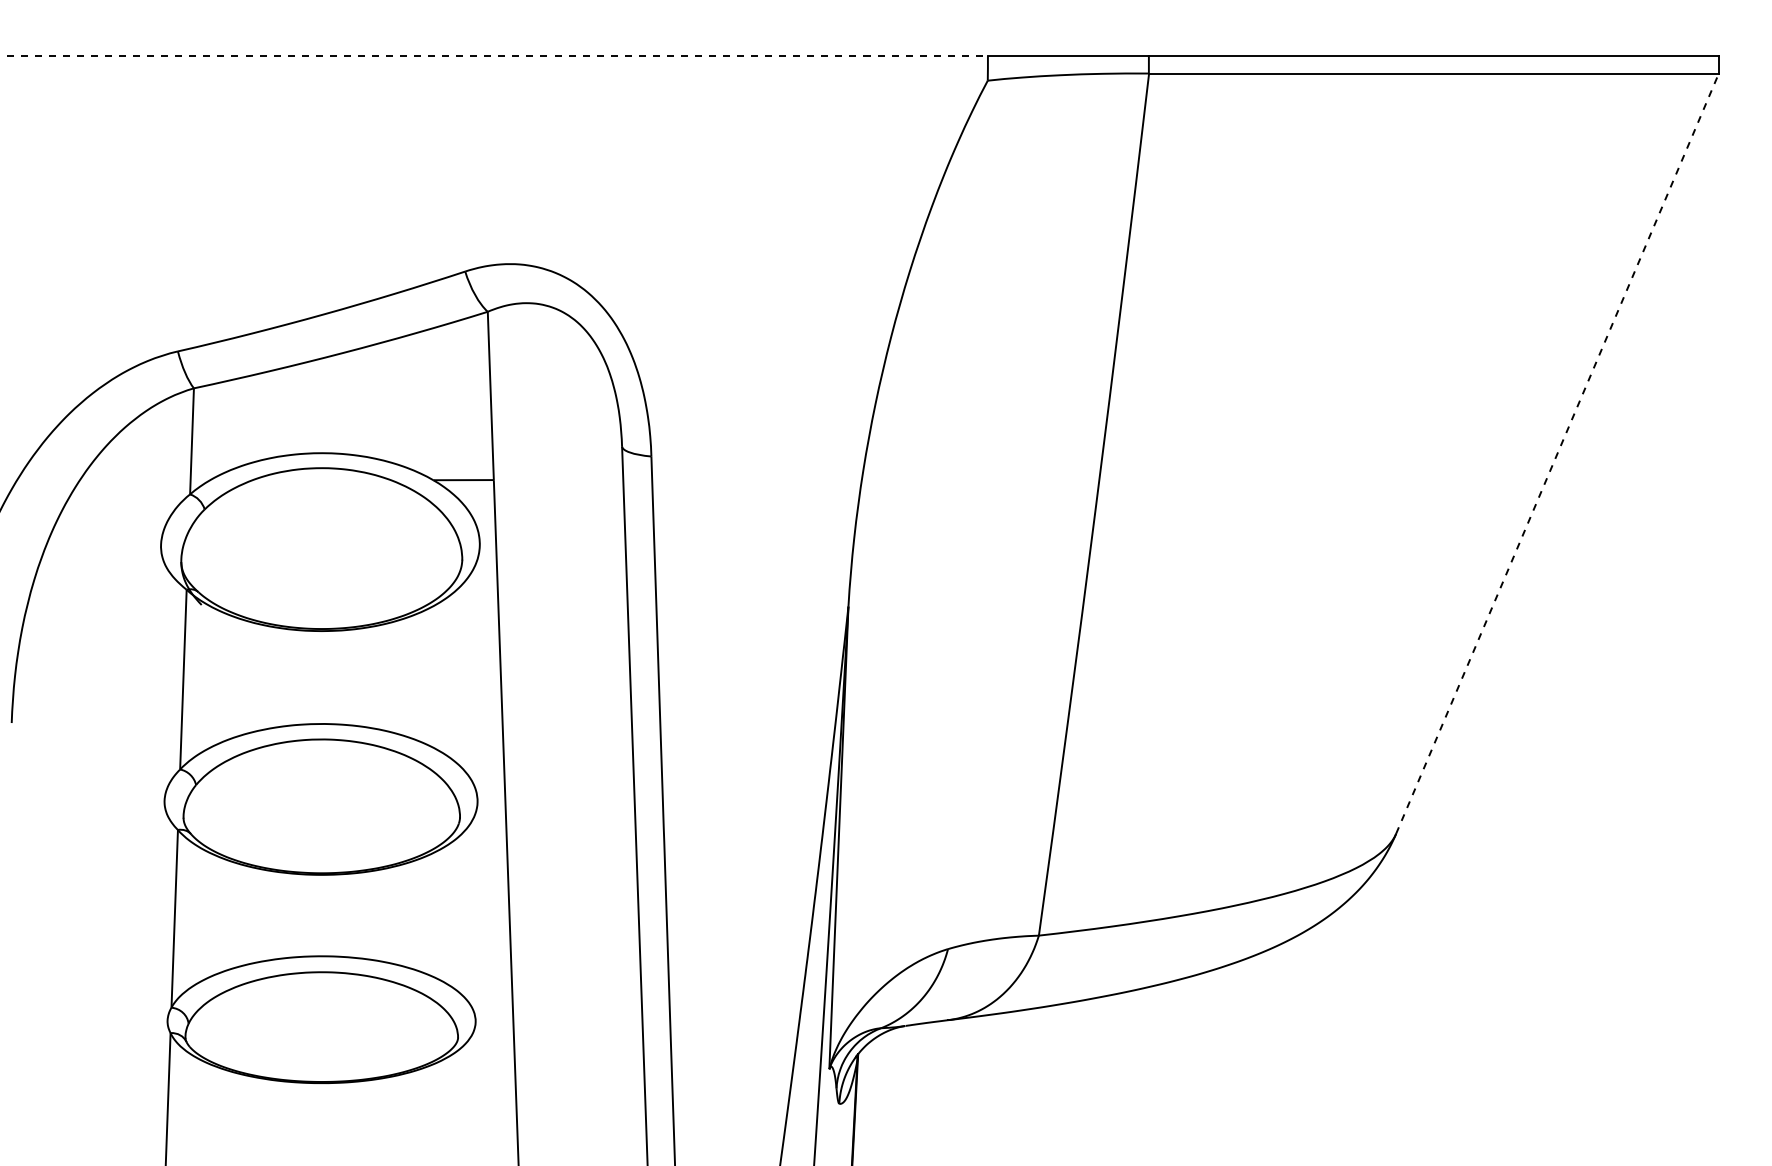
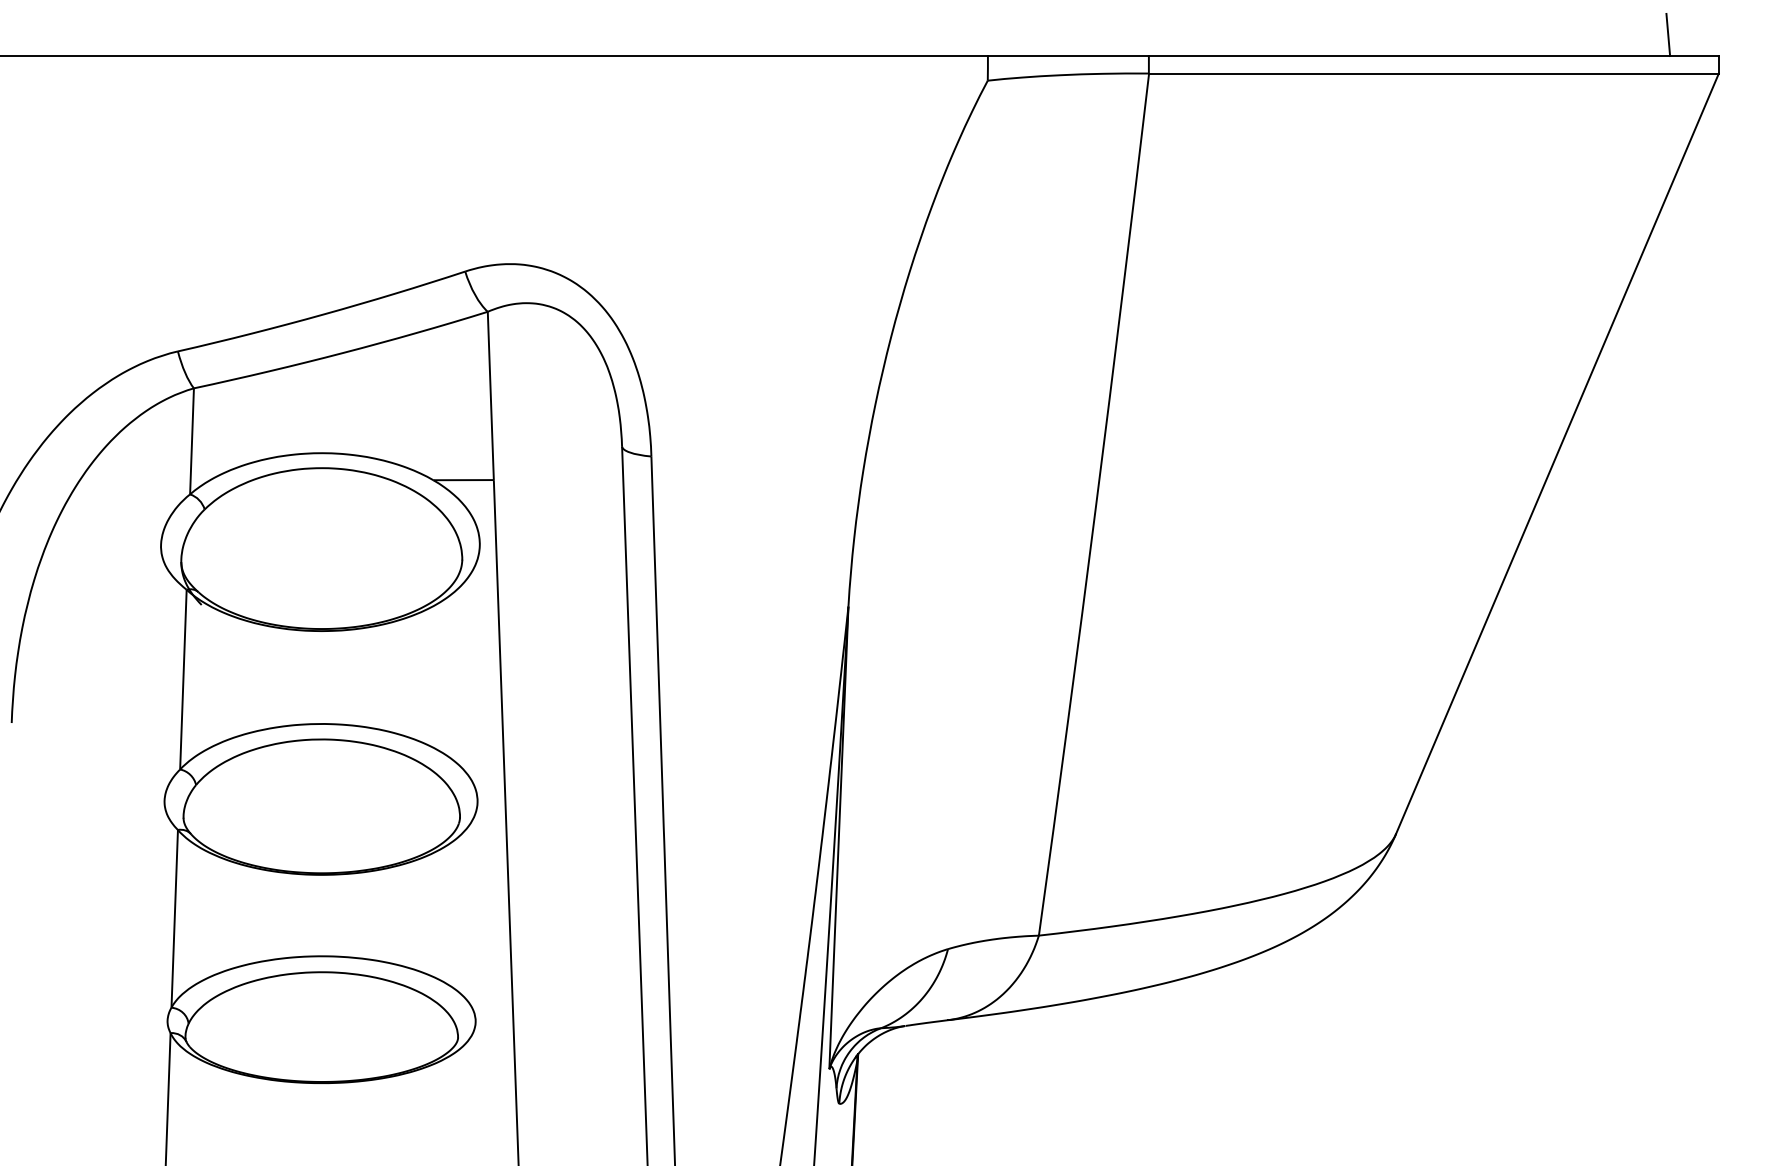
line at (1668, 34): none -> present
line at (493, 56): dashed -> solid
line at (1557, 453): dashed -> solid
